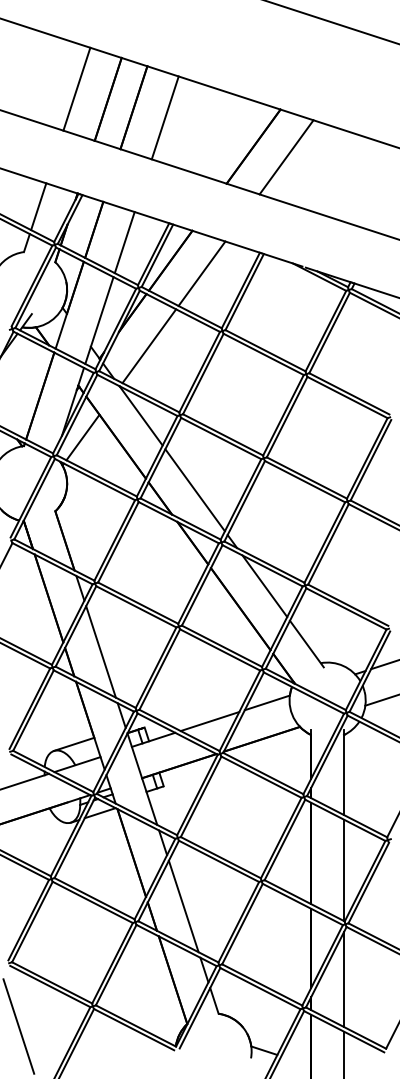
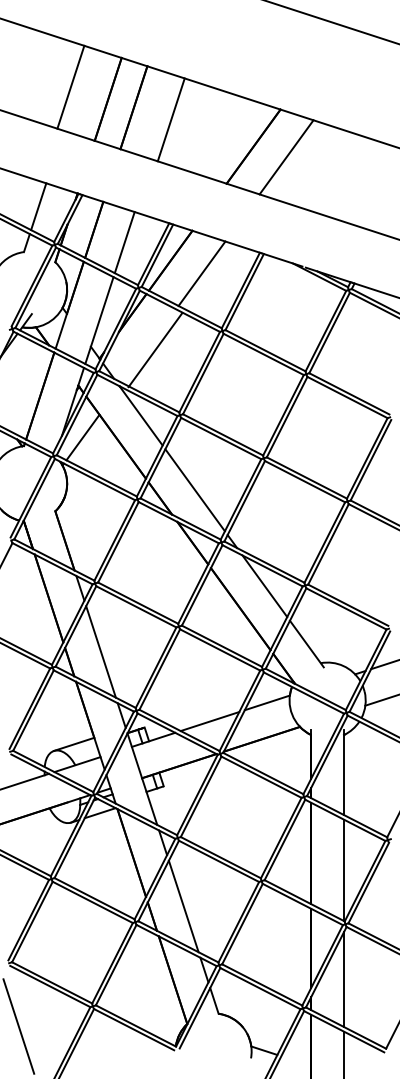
line at (76, 88) position: (76, 88) -> (70, 86)
line at (164, 117) position: (164, 117) -> (170, 119)
line at (149, 346) position: (149, 346) -> (155, 350)
